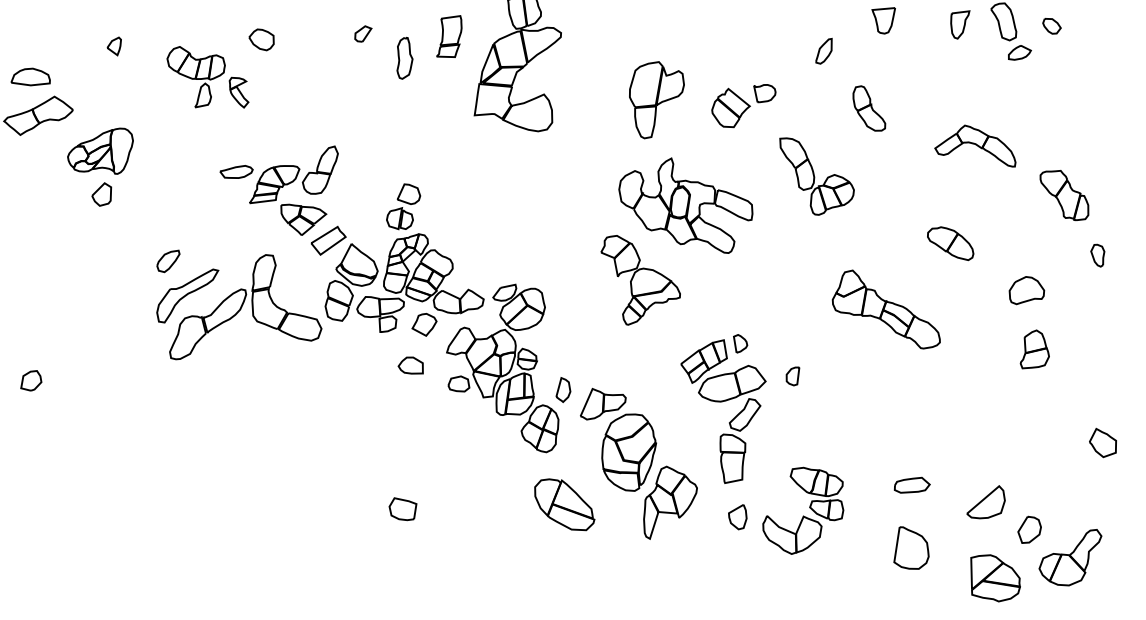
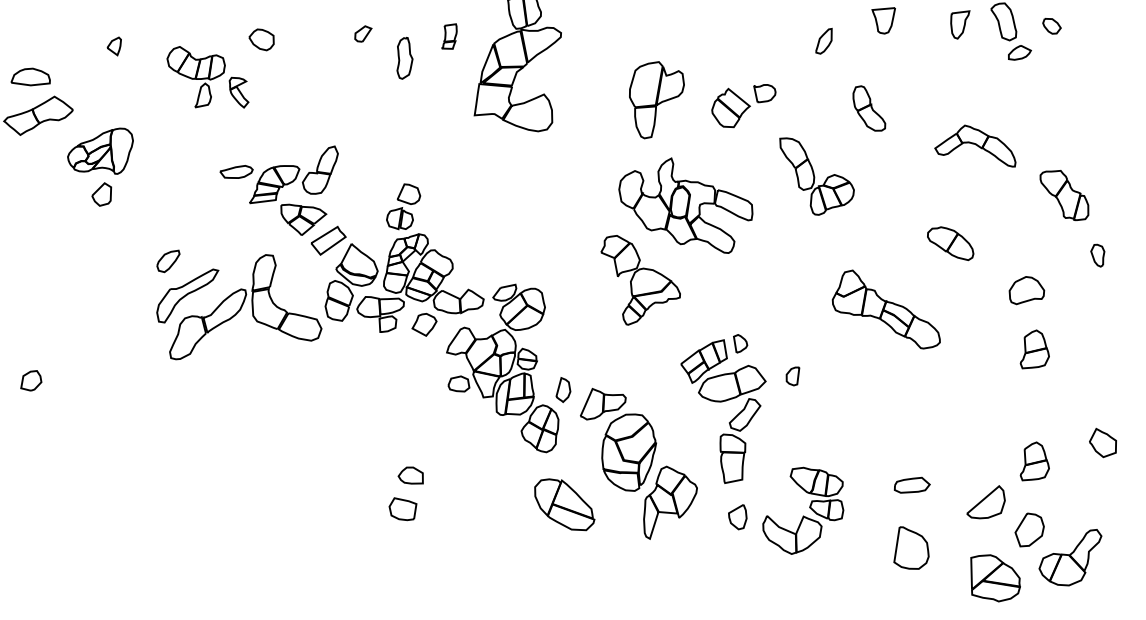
part at (449, 36) size: 27x43 px -> 17x27 px
part at (823, 50) position: (823, 50) -> (823, 40)
part at (410, 365) position: (410, 365) -> (410, 475)
part at (1034, 461): none -> present
part at (1029, 529) size: 25x29 px -> 31x36 px
